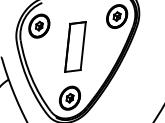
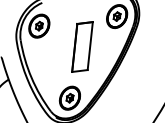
part at (75, 46) position: (75, 46) -> (82, 46)
